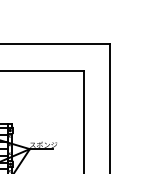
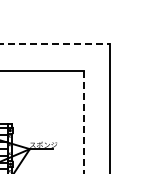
line at (55, 44): solid -> dashed
line at (84, 122): solid -> dashed
